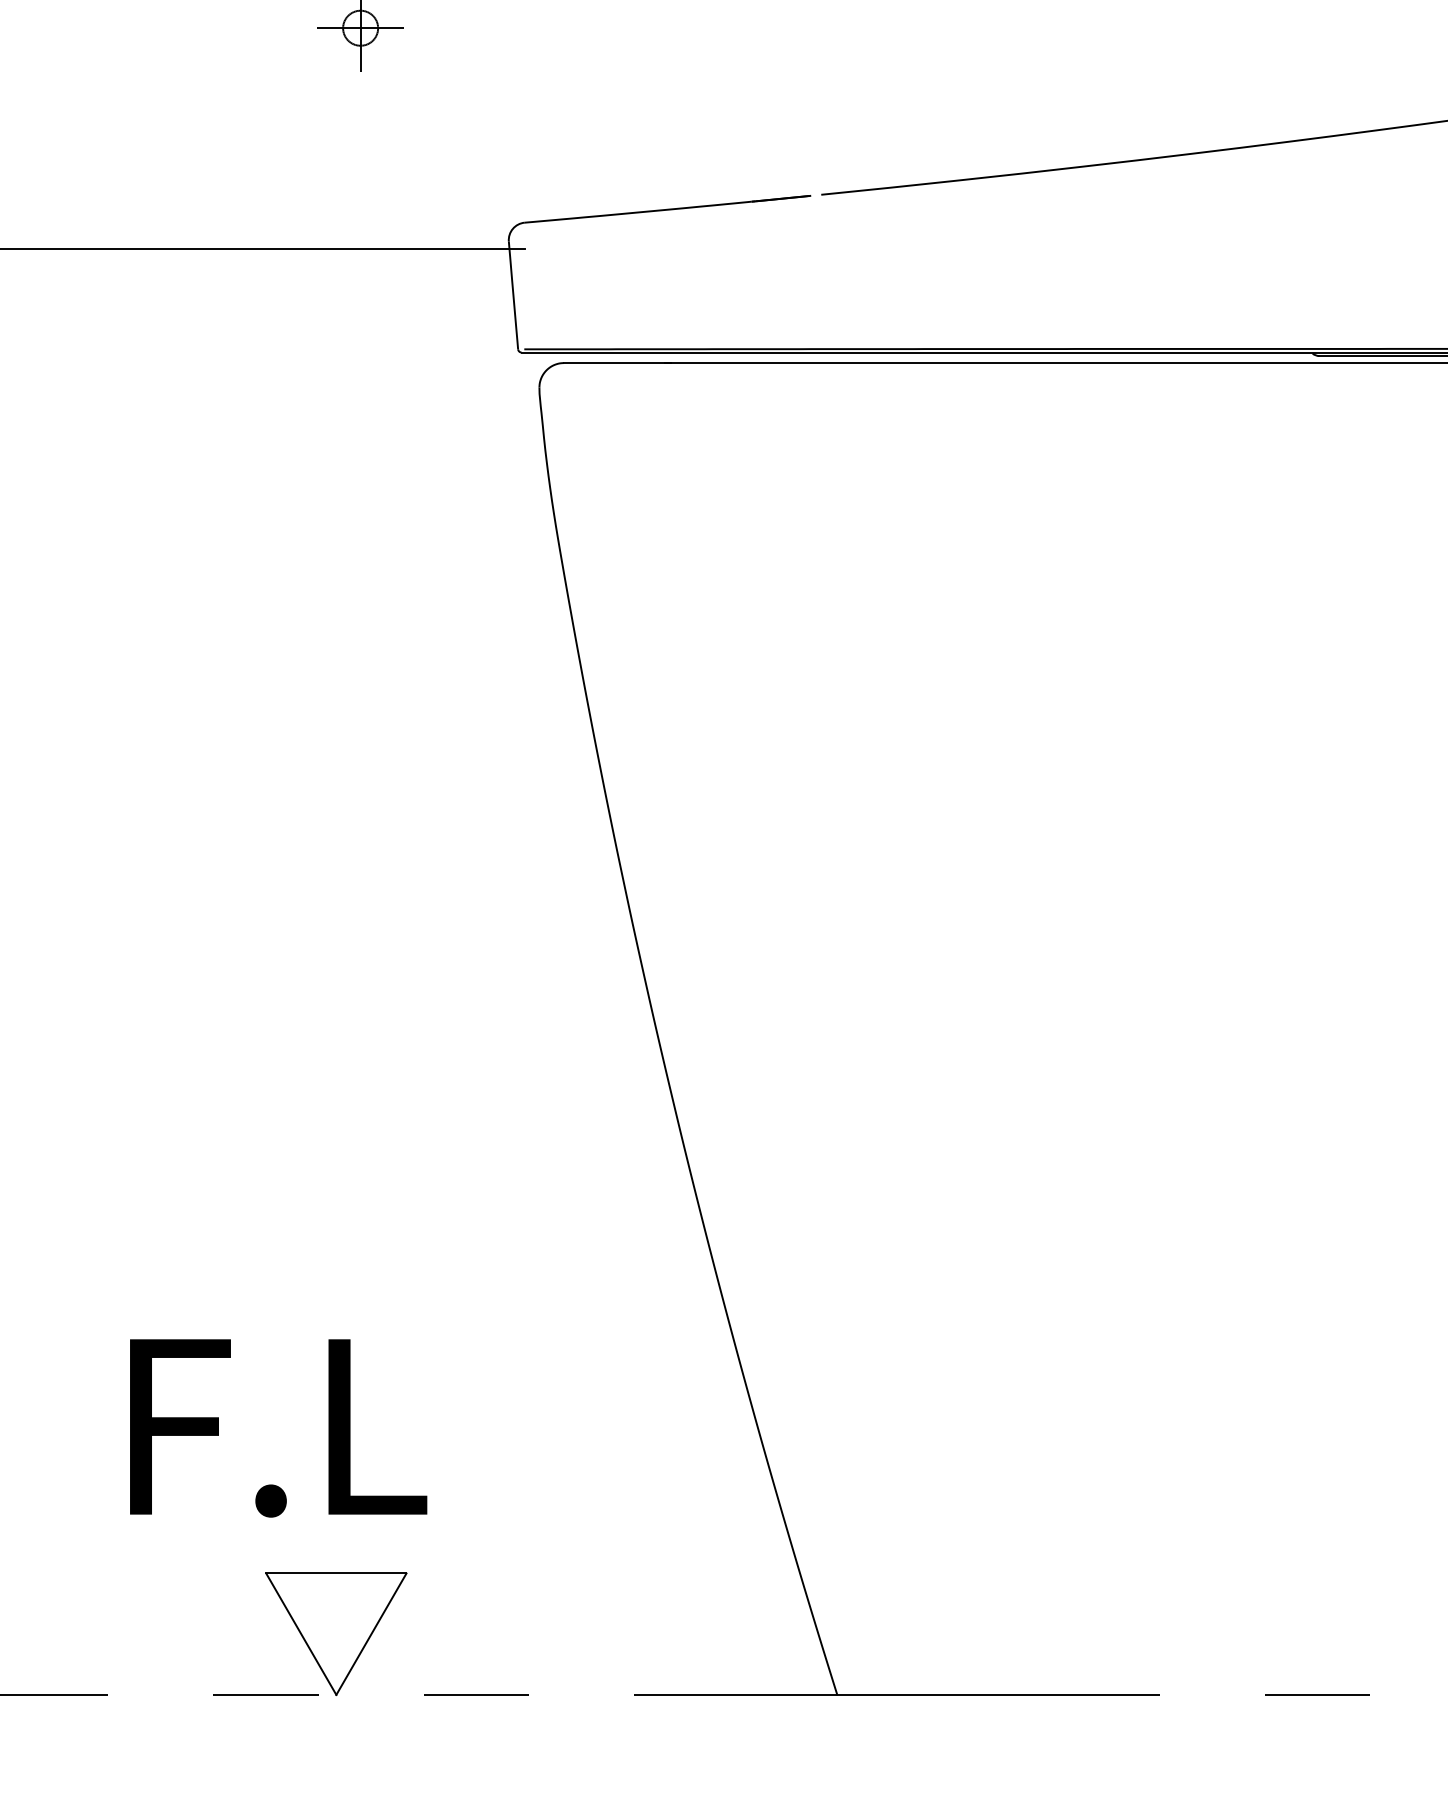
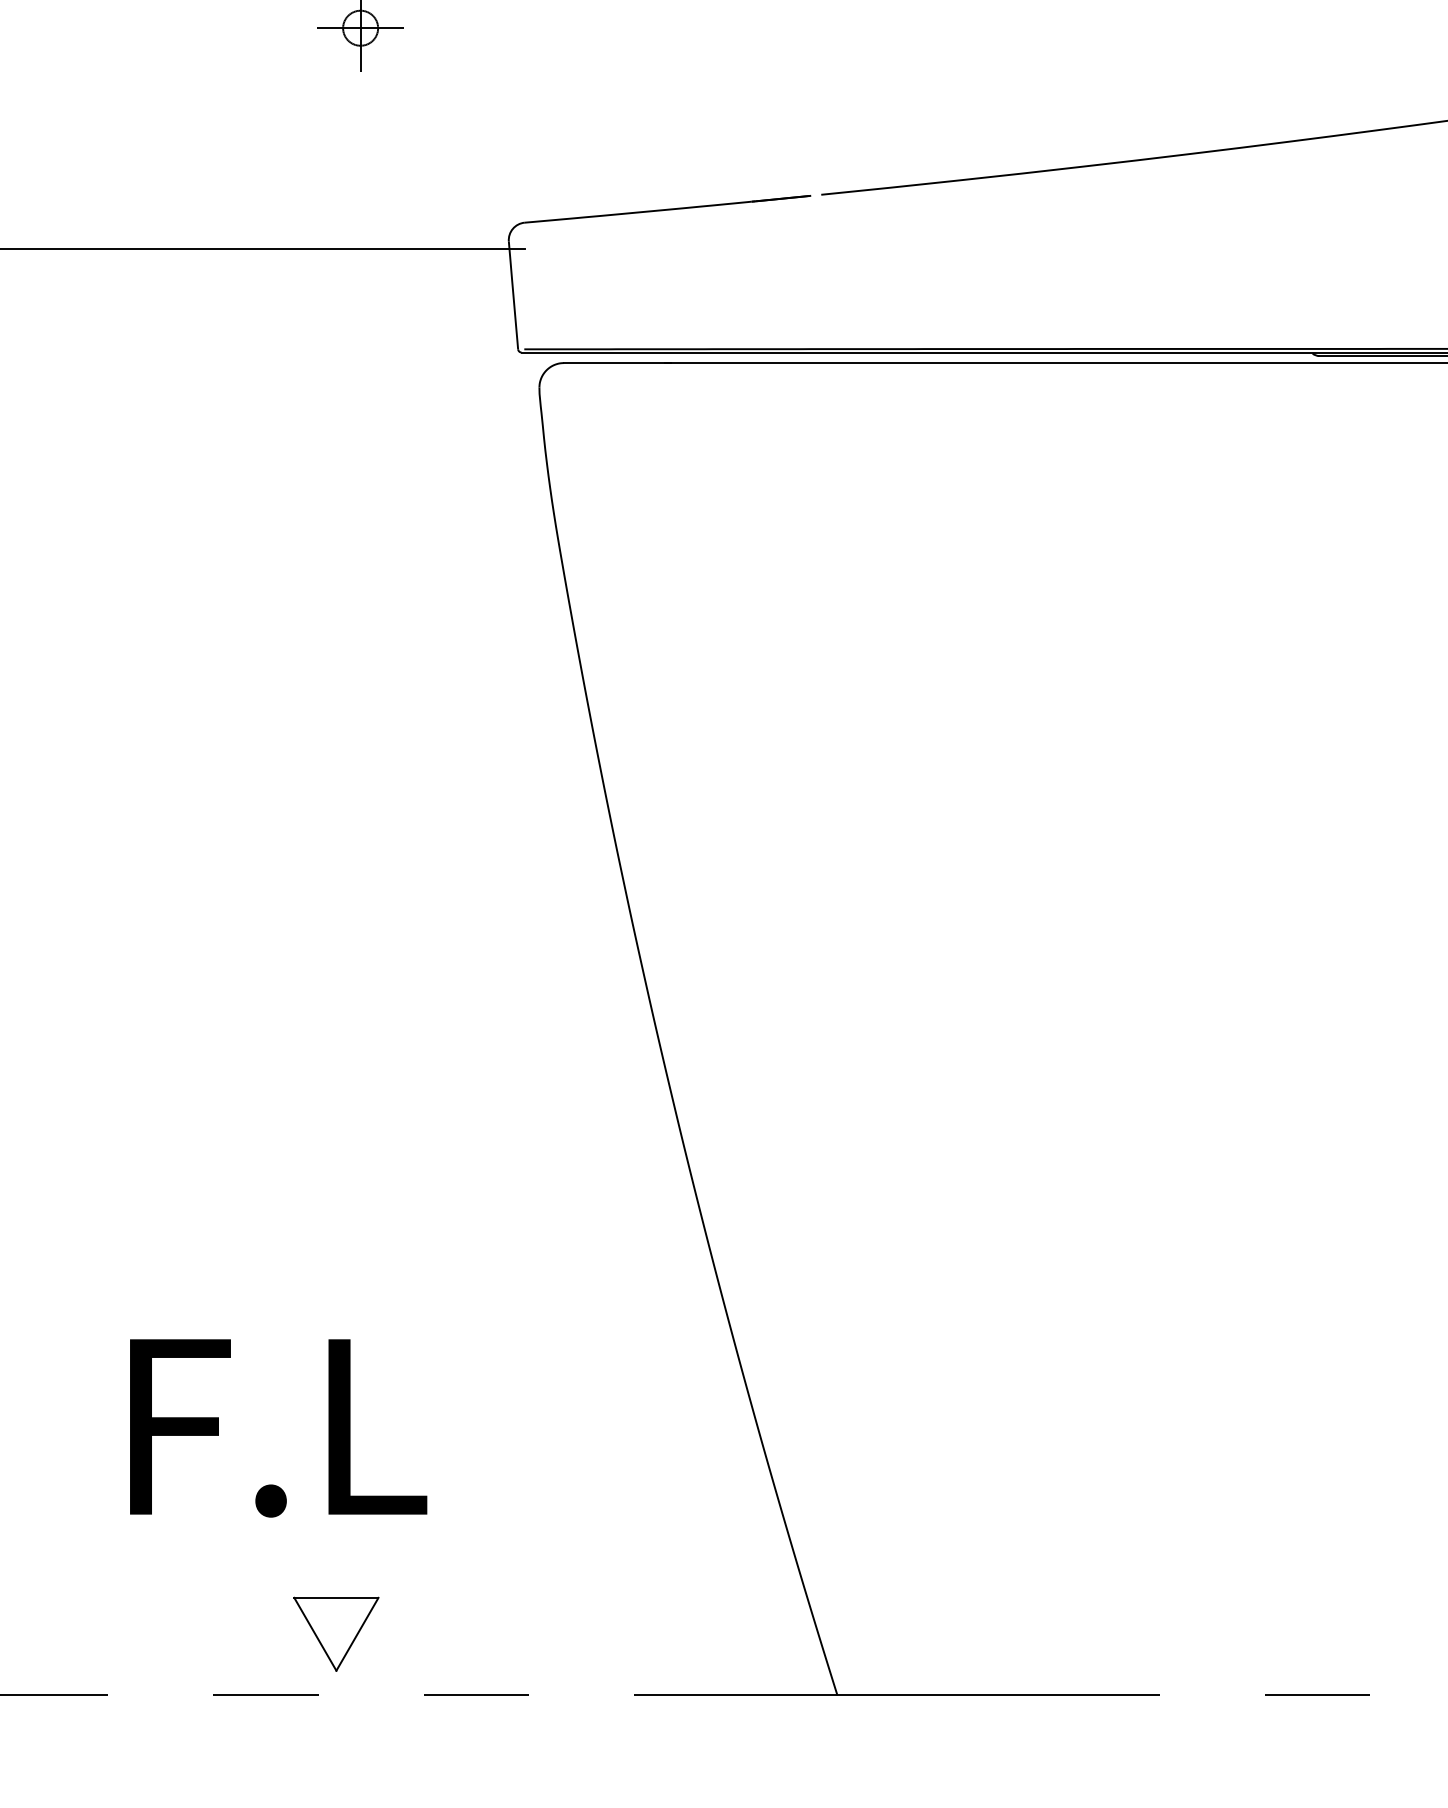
part at (336, 1634) size: 143x125 px -> 87x76 px
